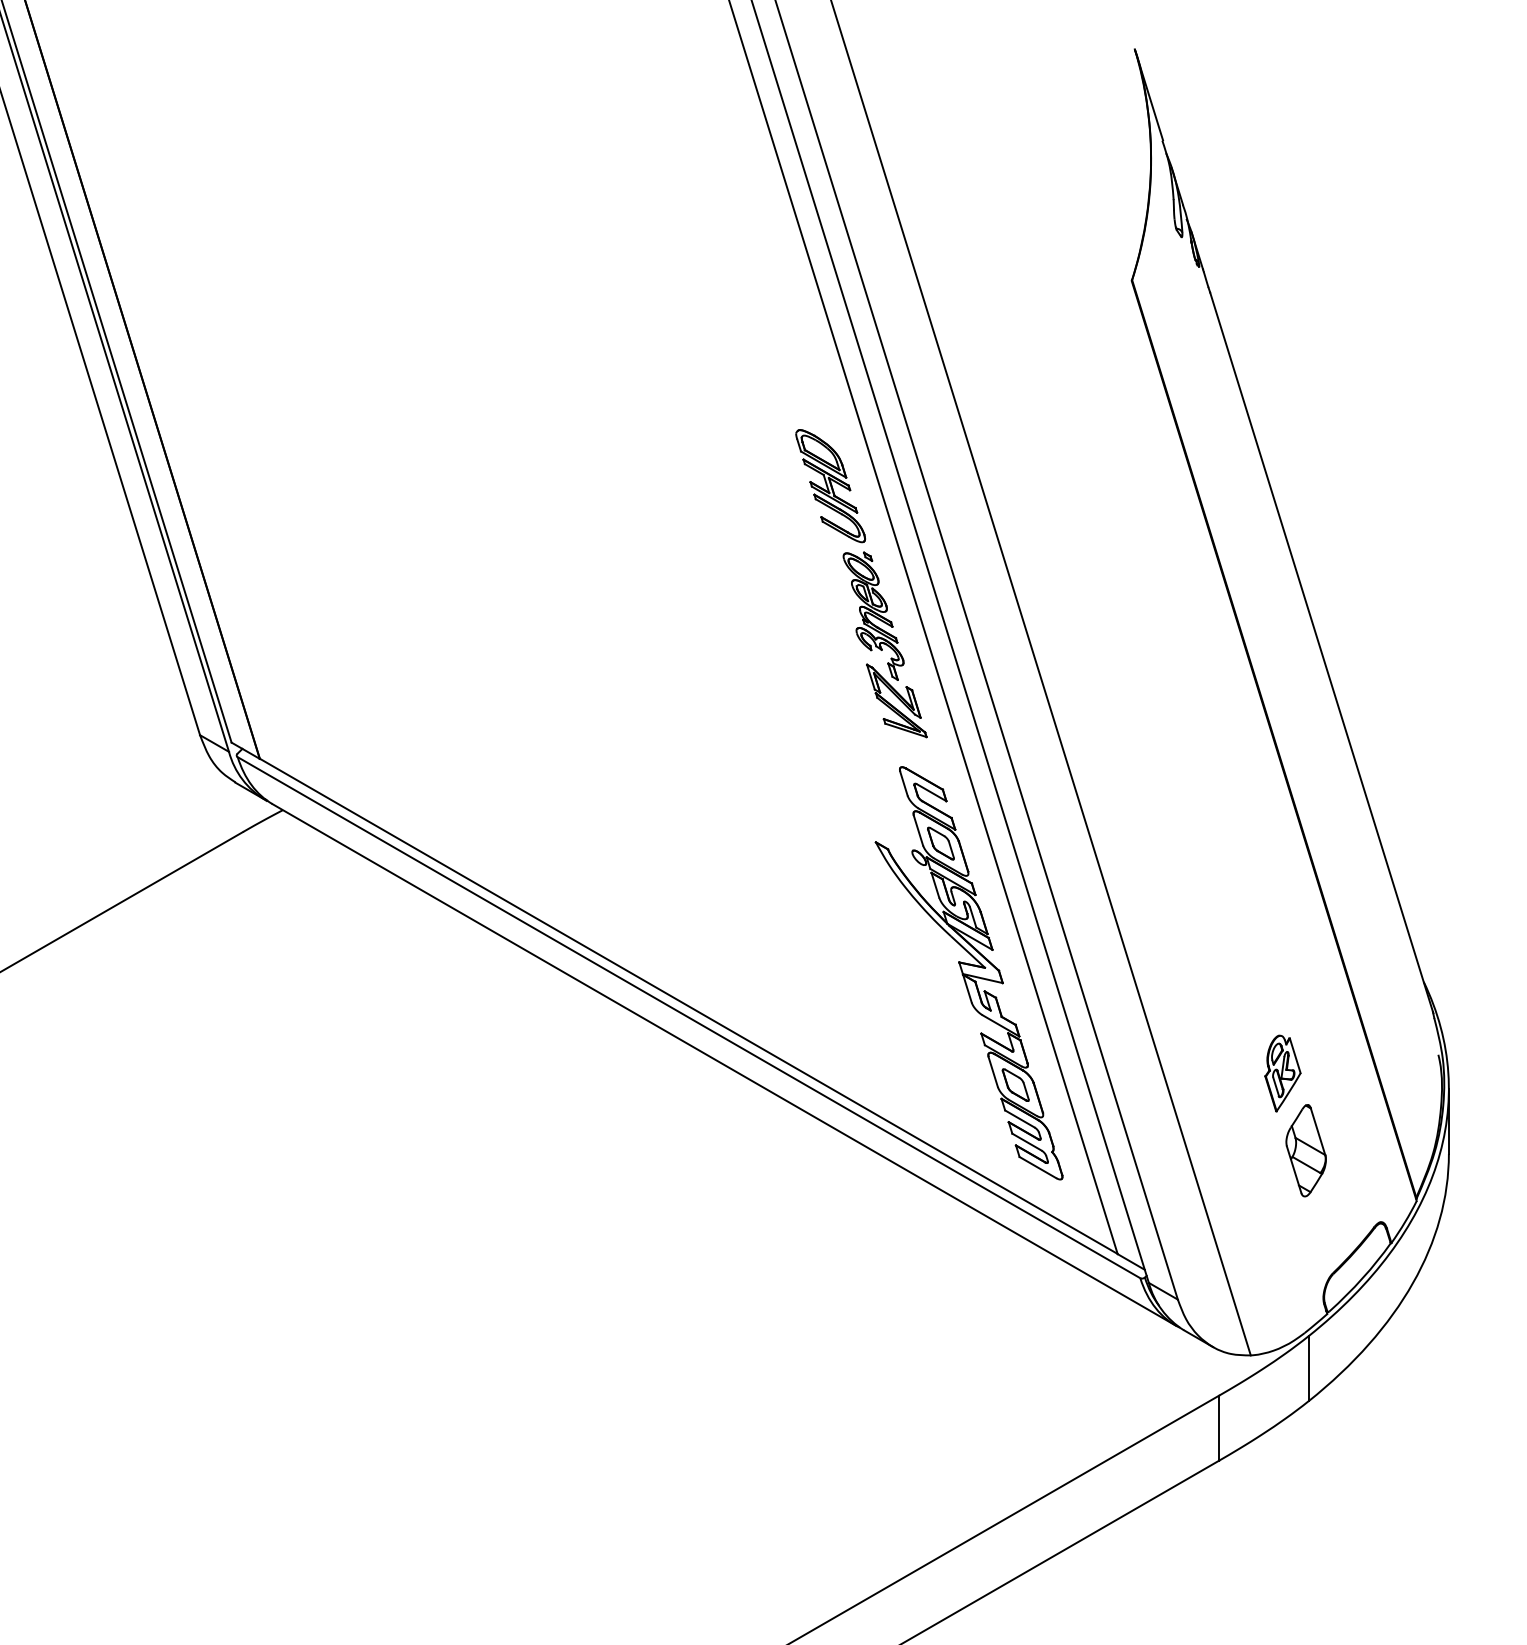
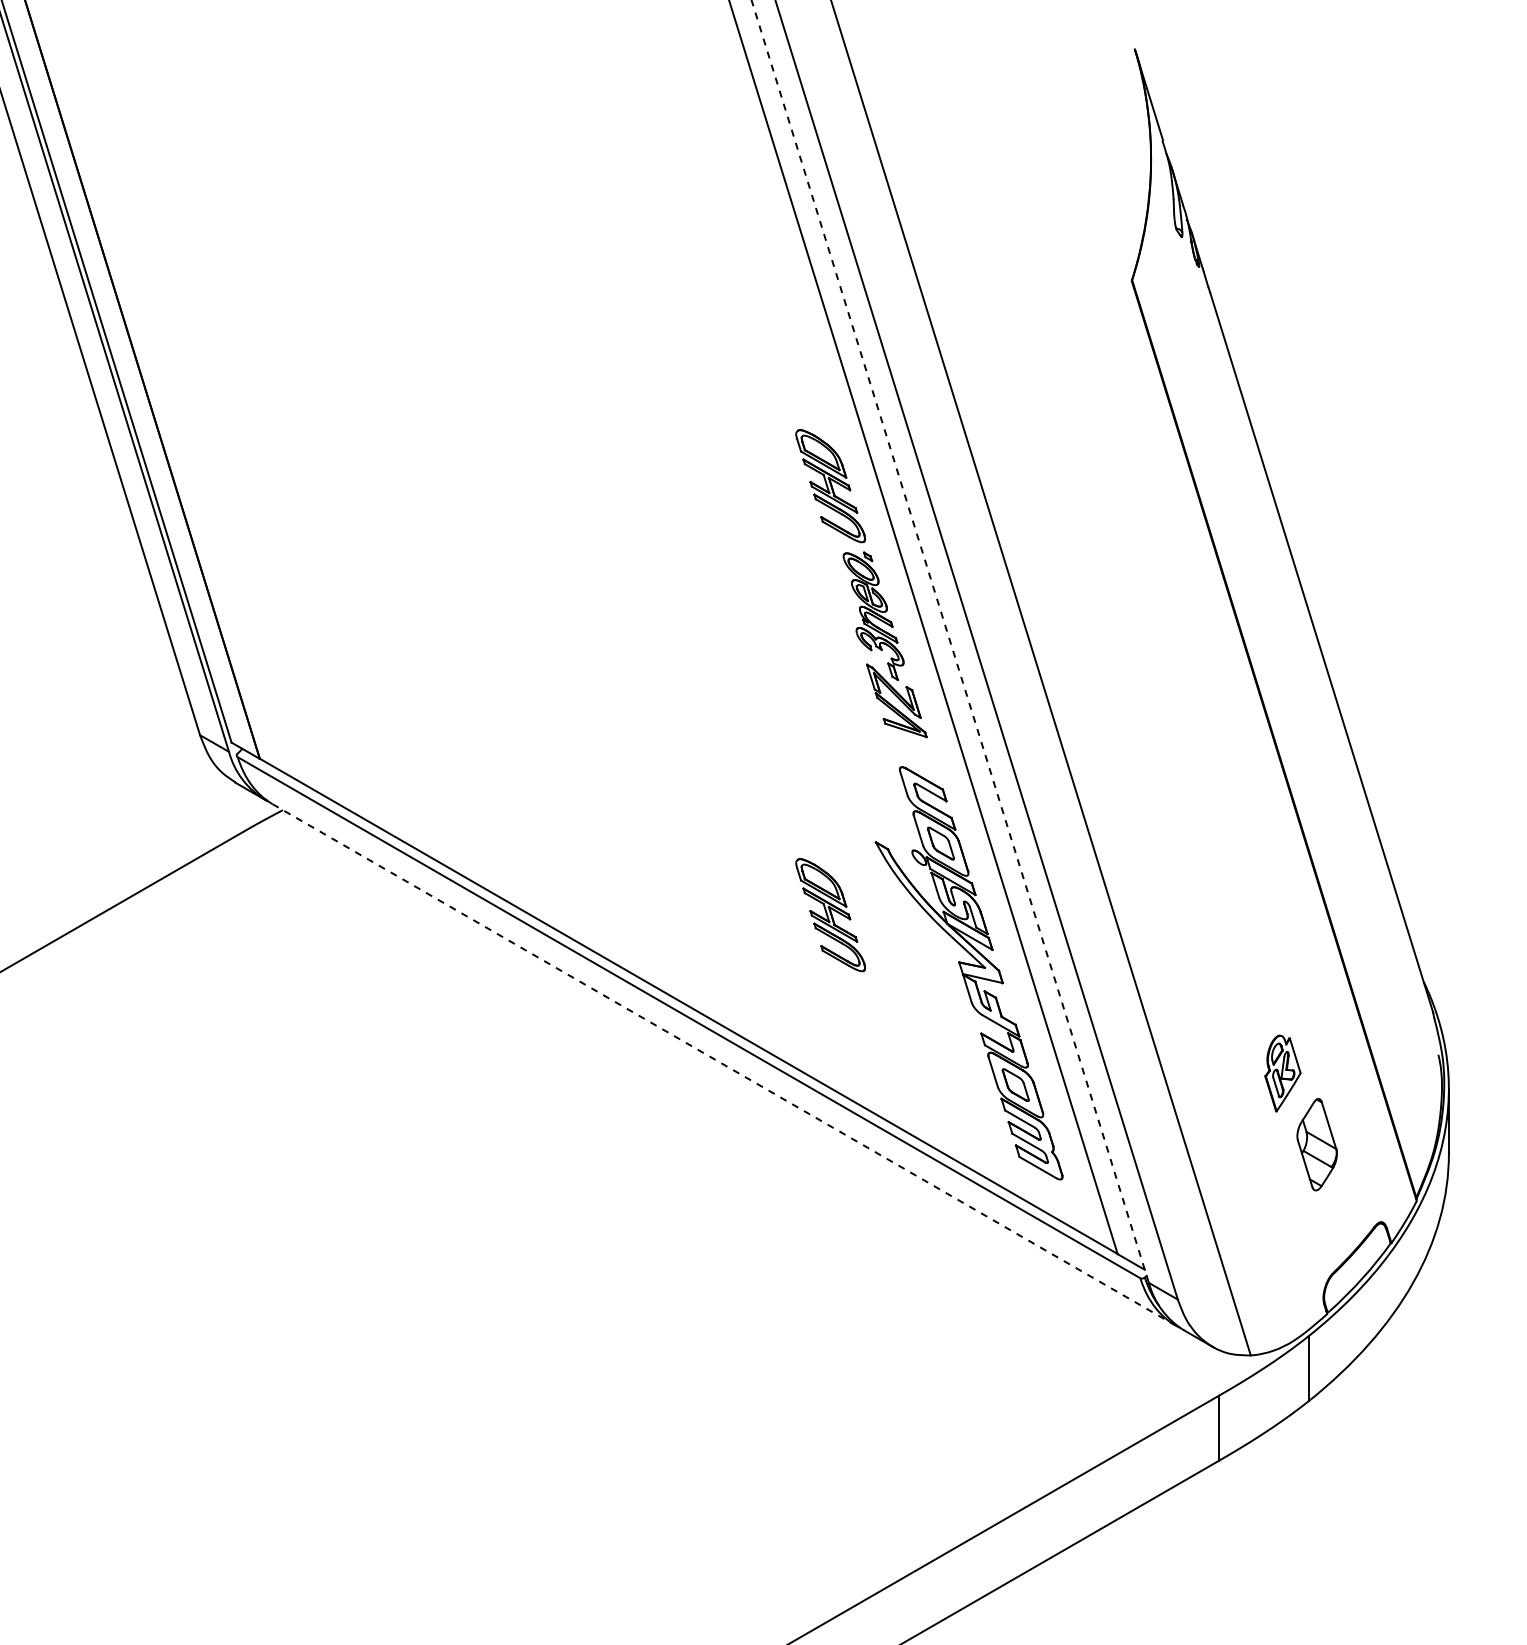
line at (950, 641): solid -> dashed
part at (830, 915): none -> present
line at (724, 1065): solid -> dashed
part at (1305, 1150) position: (1305, 1150) -> (1316, 1144)
